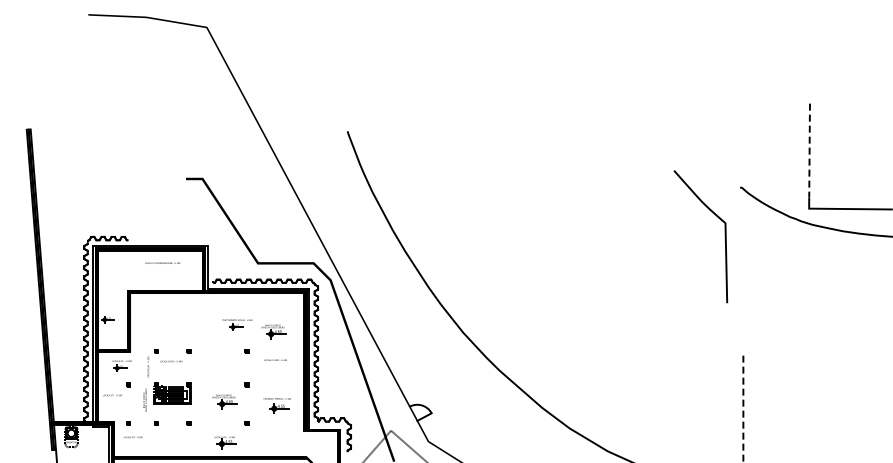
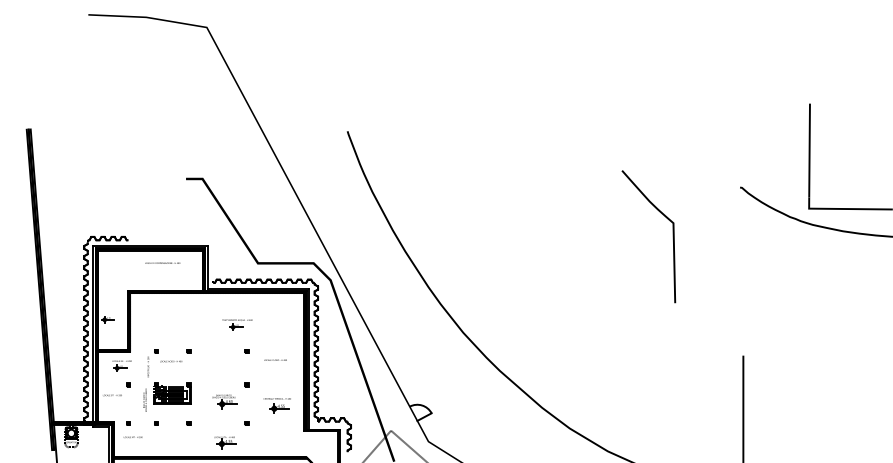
line at (809, 150): dashed -> solid
curve at (724, 236) position: (724, 236) -> (672, 236)
part at (273, 331): present -> none
line at (743, 409): dashed -> solid
